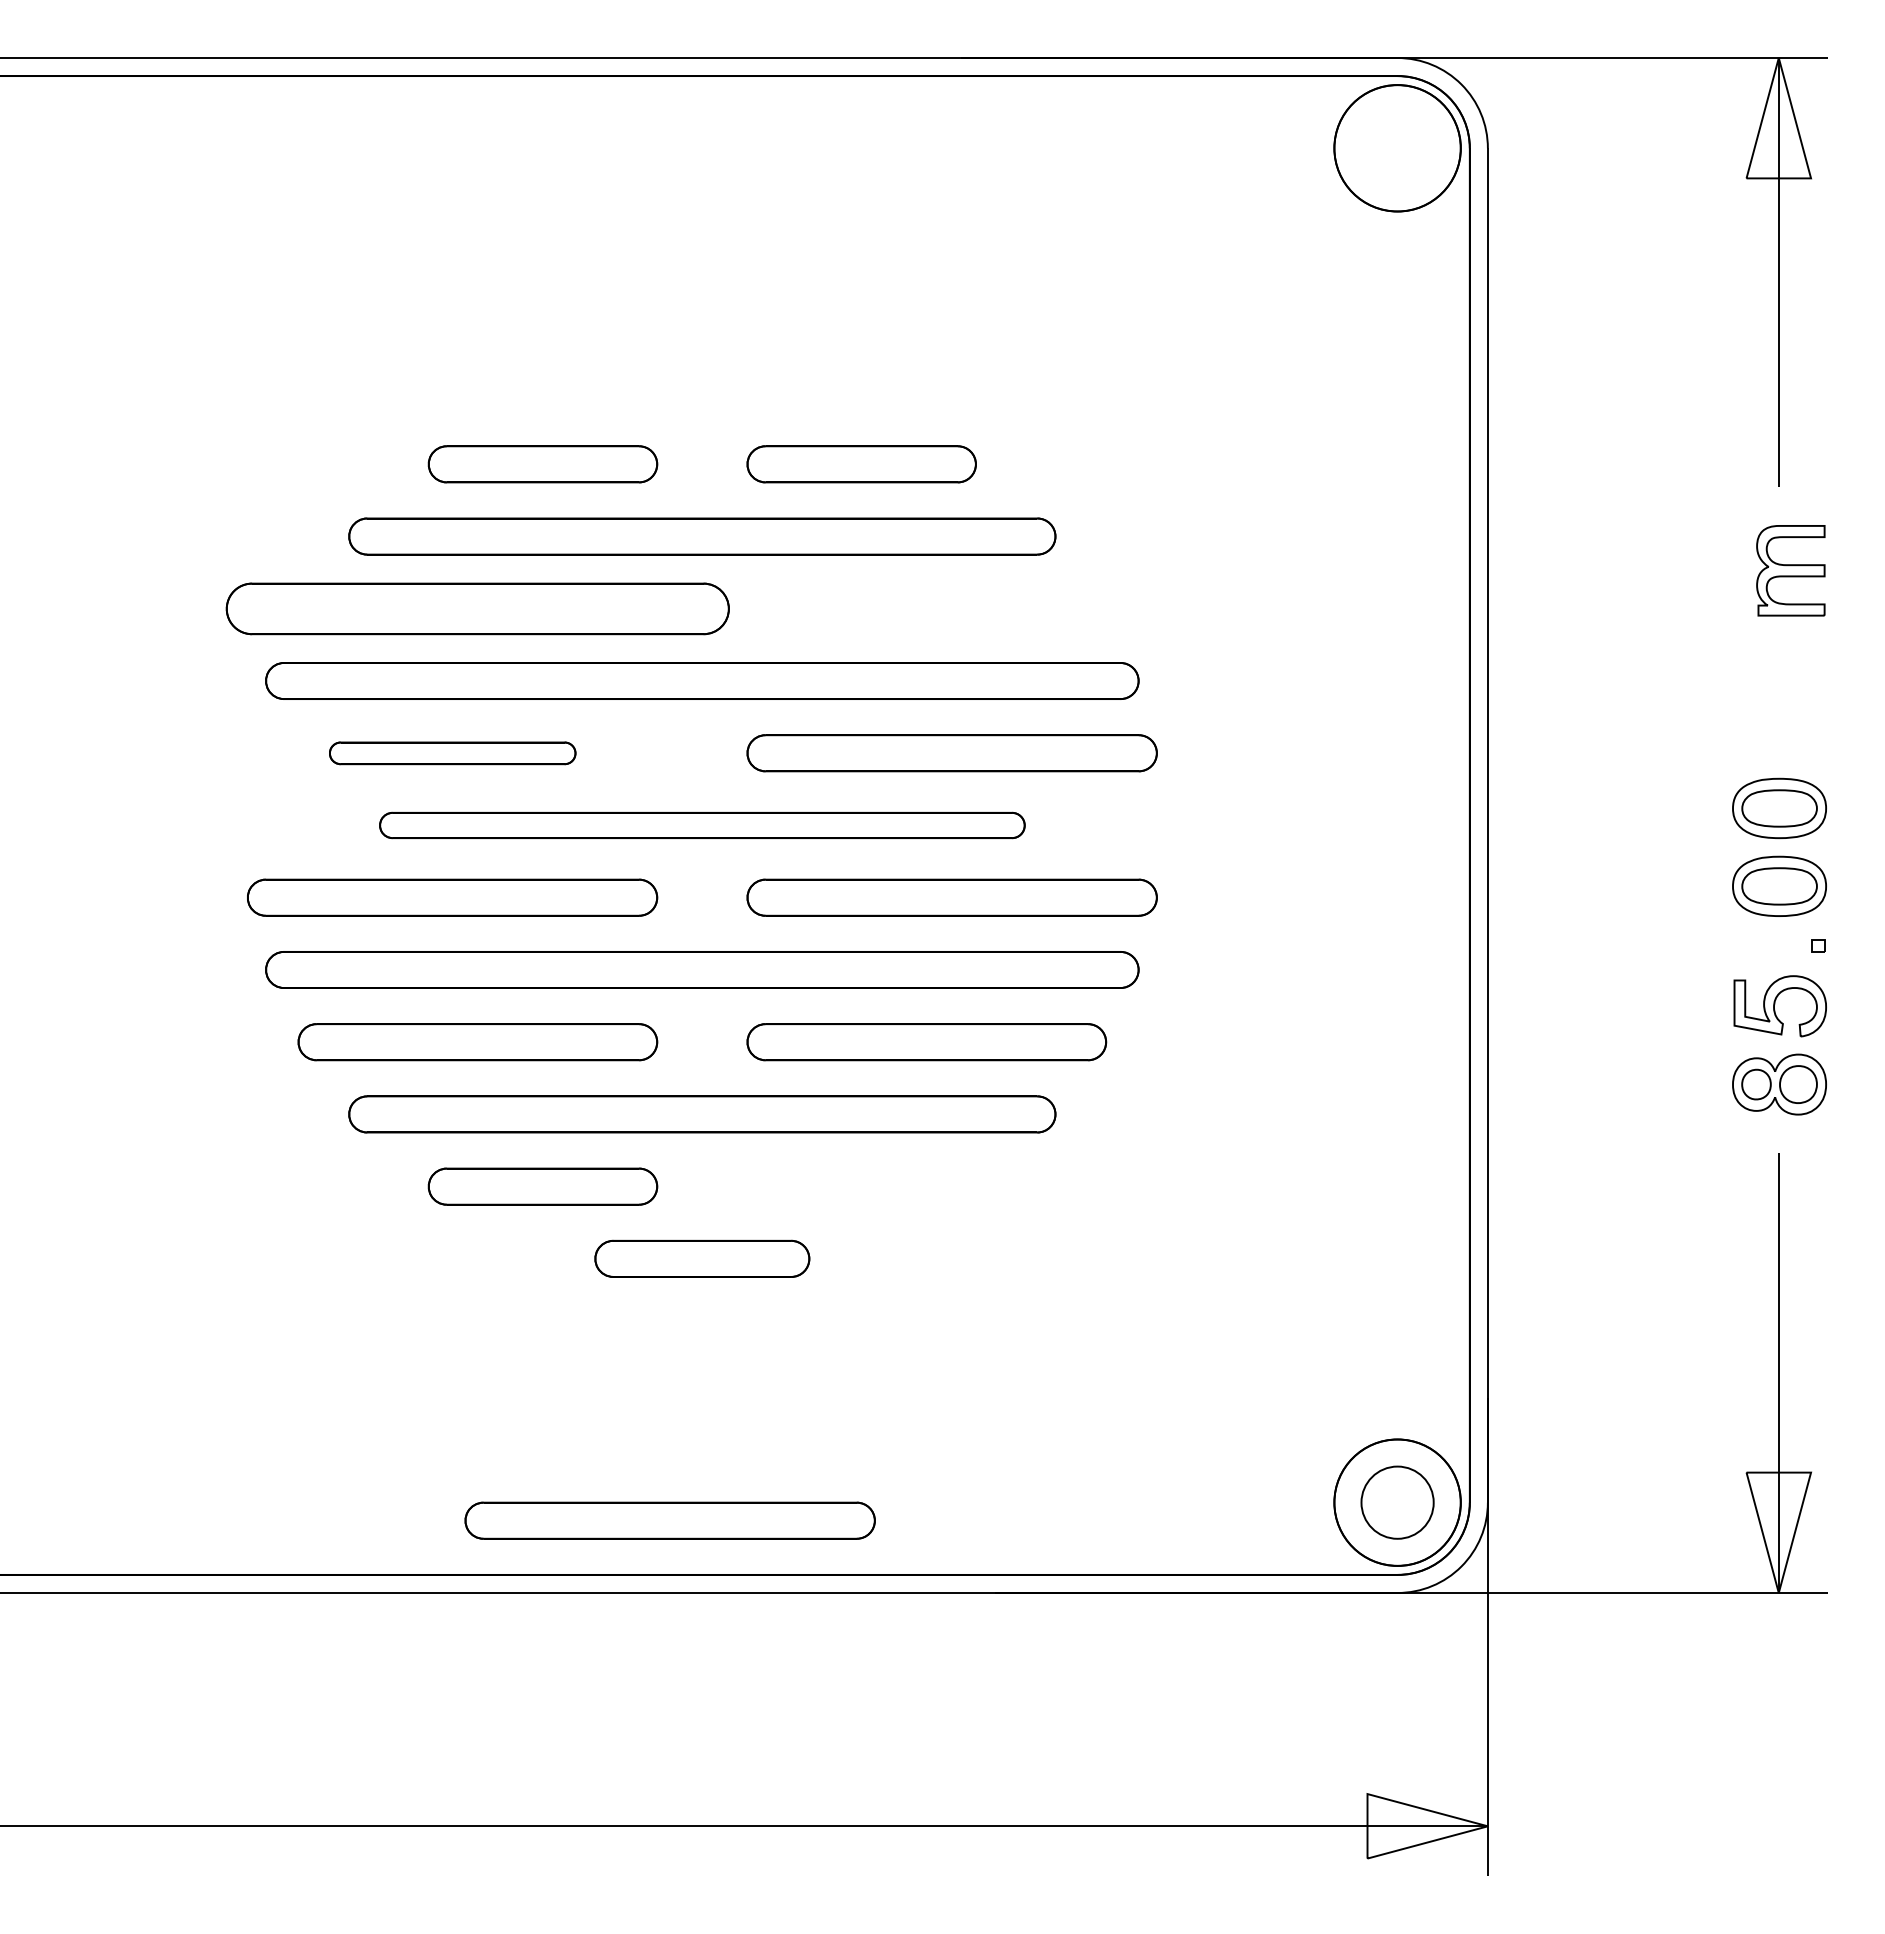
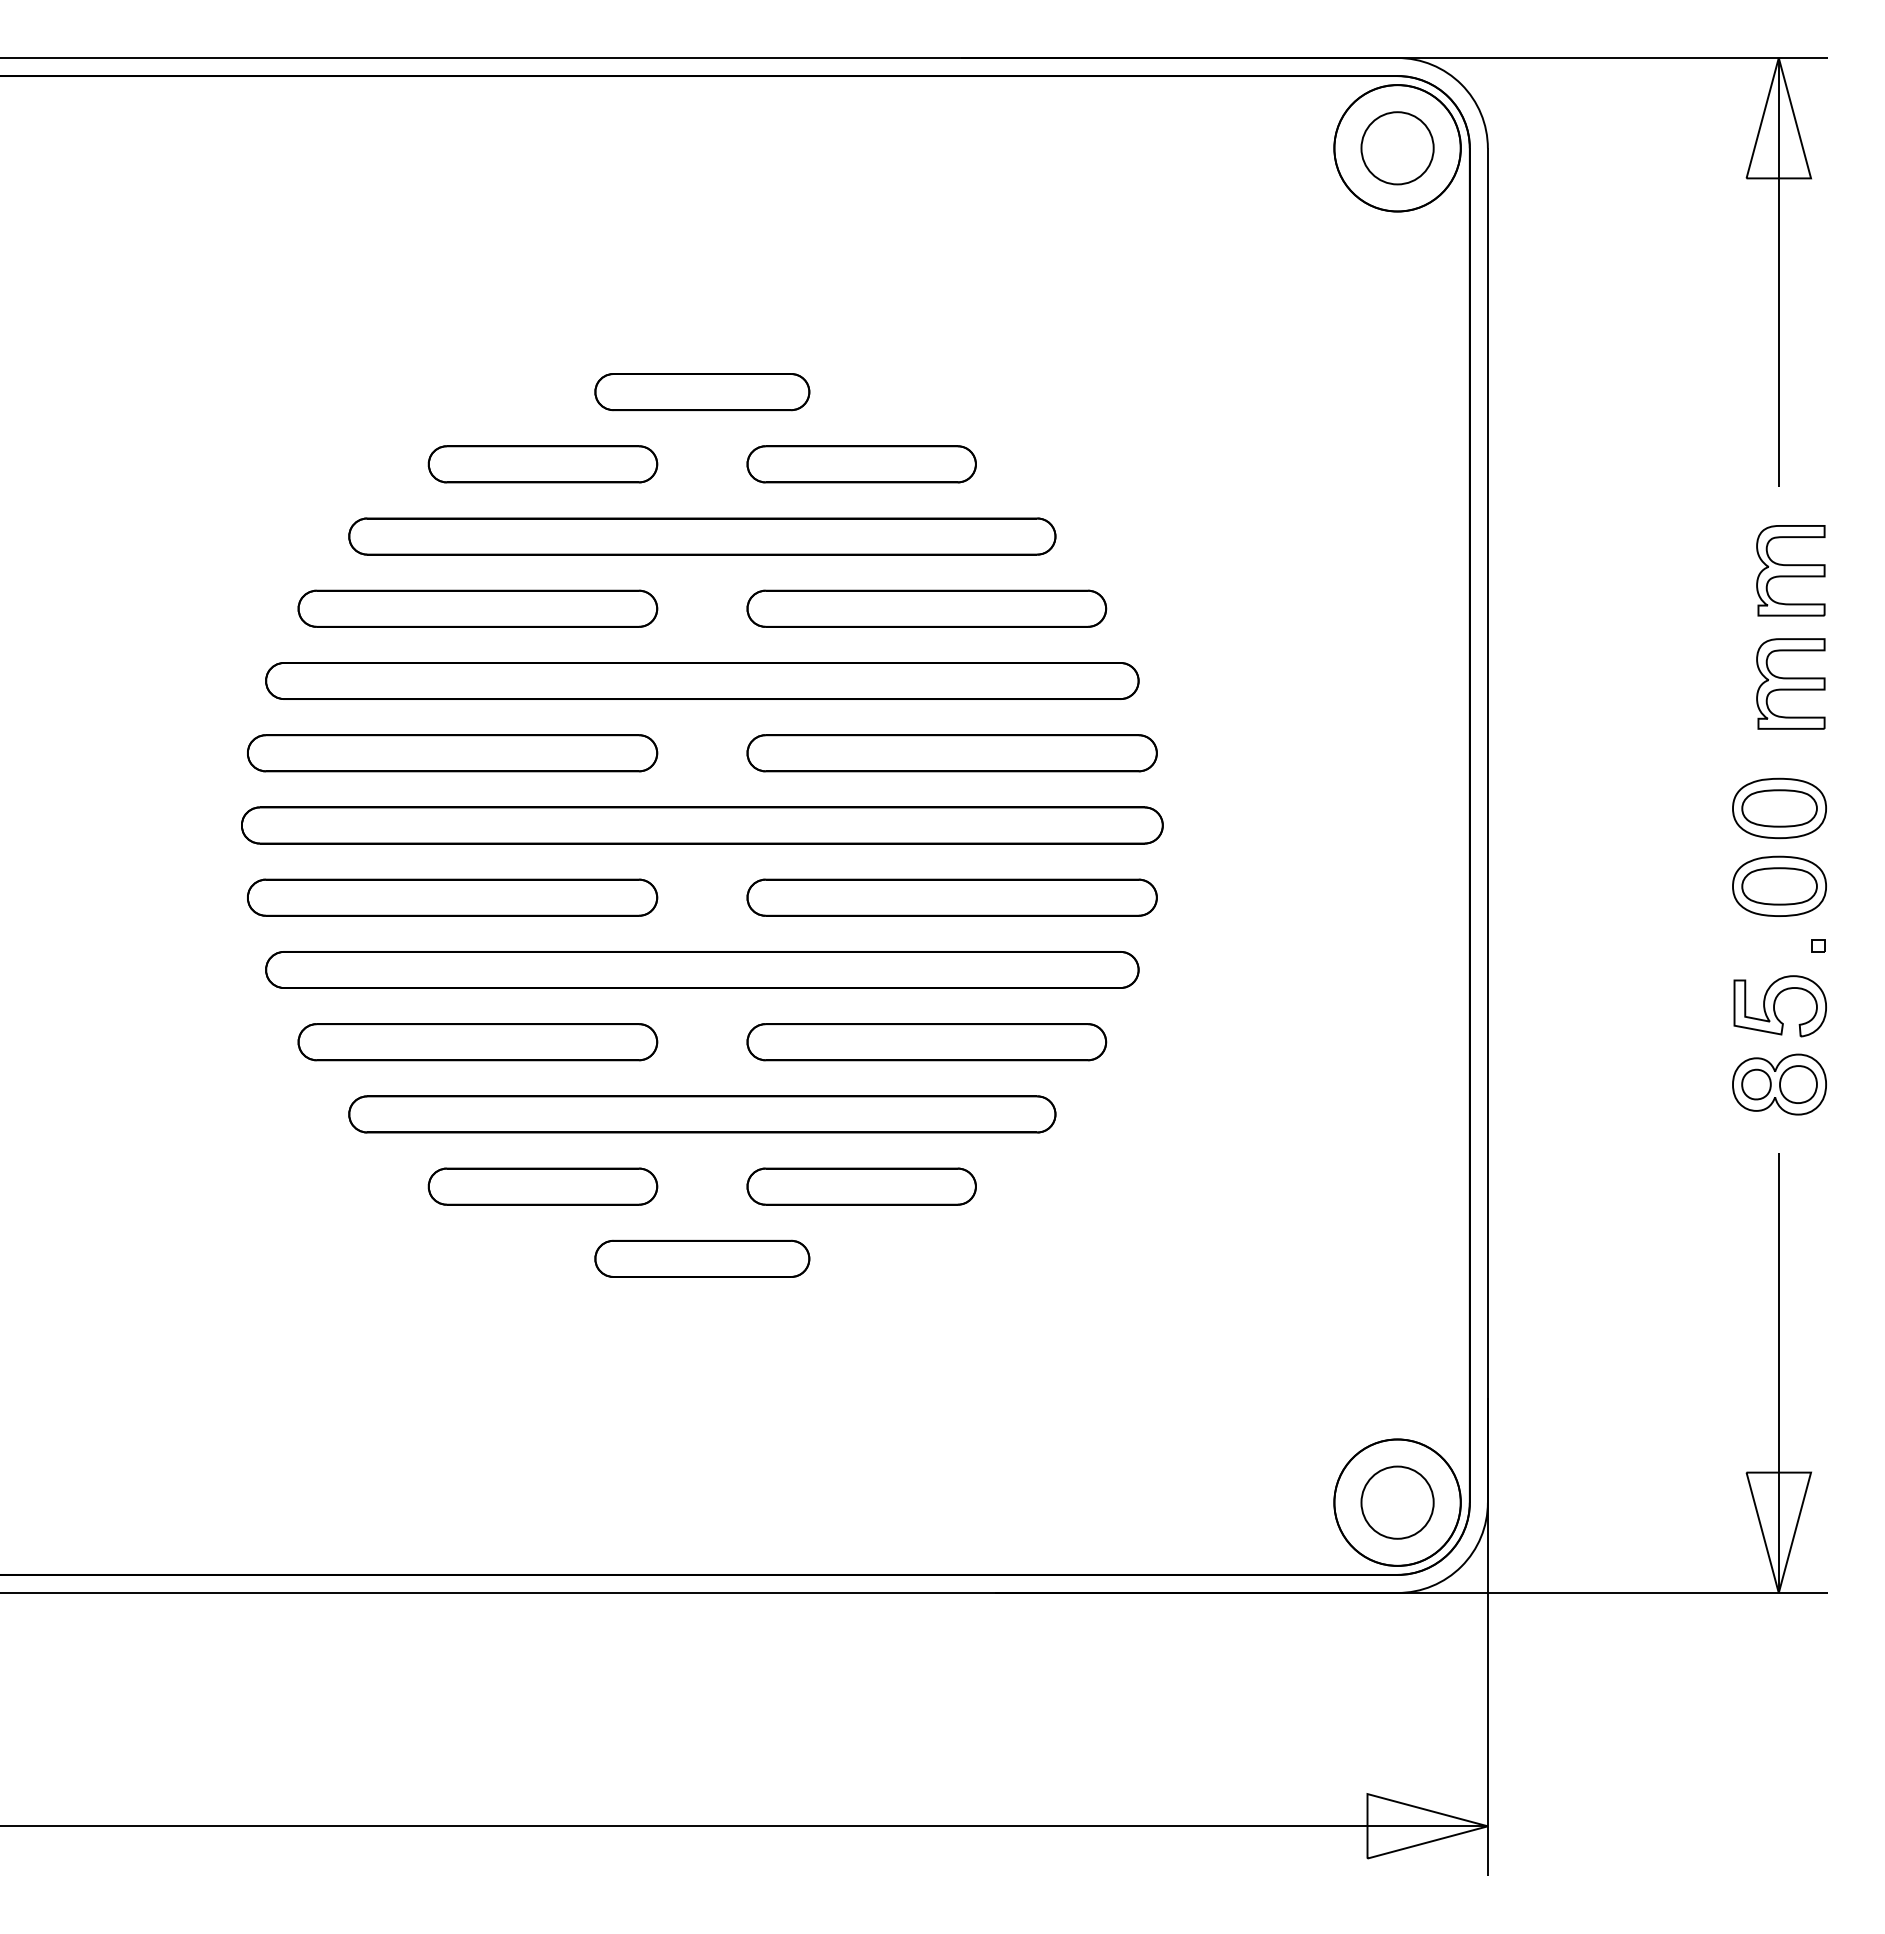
part at (1397, 148): none -> present
part at (702, 392): none -> present
part at (477, 608) size: 505x54 px -> 362x39 px
part at (926, 608): none -> present
part at (1790, 683): none -> present
part at (452, 753) size: 248x25 px -> 412x39 px
part at (702, 825) size: 647x29 px -> 923x39 px
part at (861, 1186): none -> present
part at (669, 1520): present -> none
